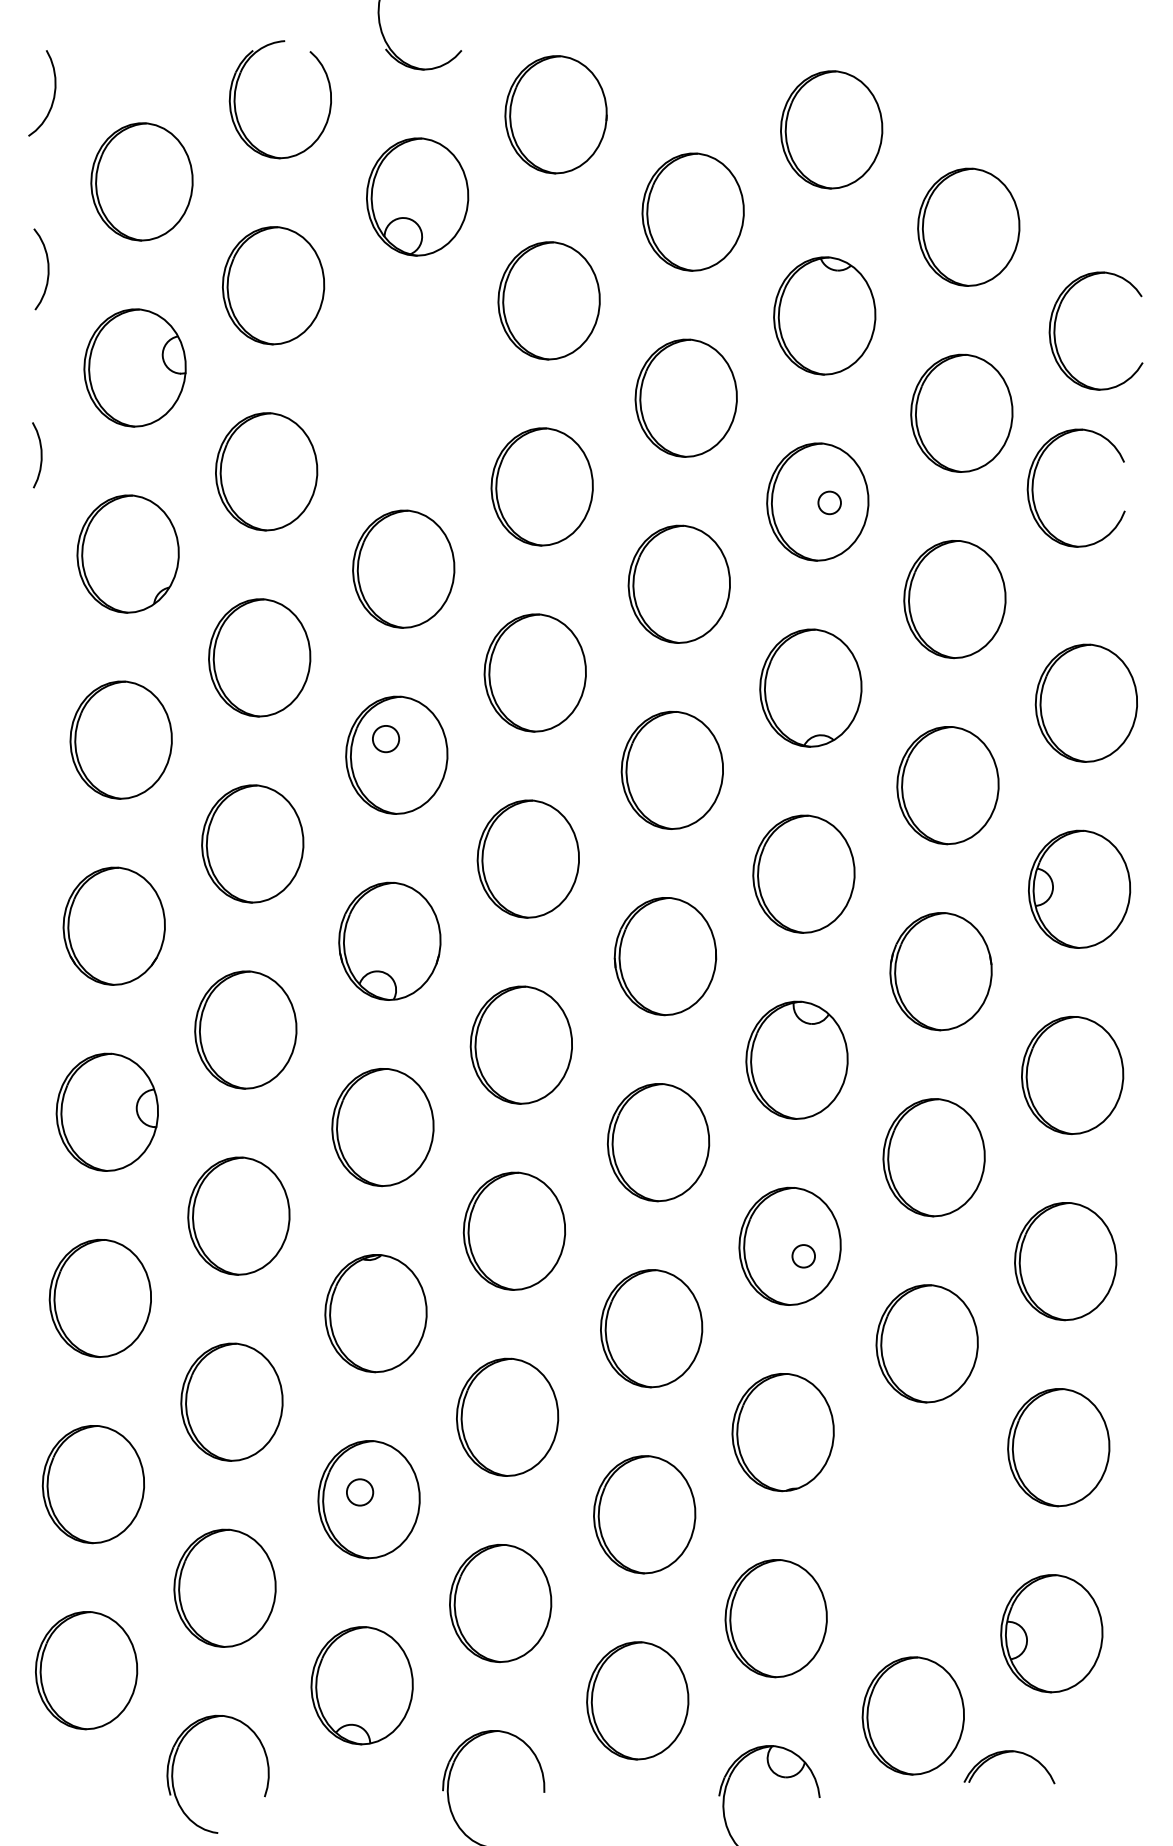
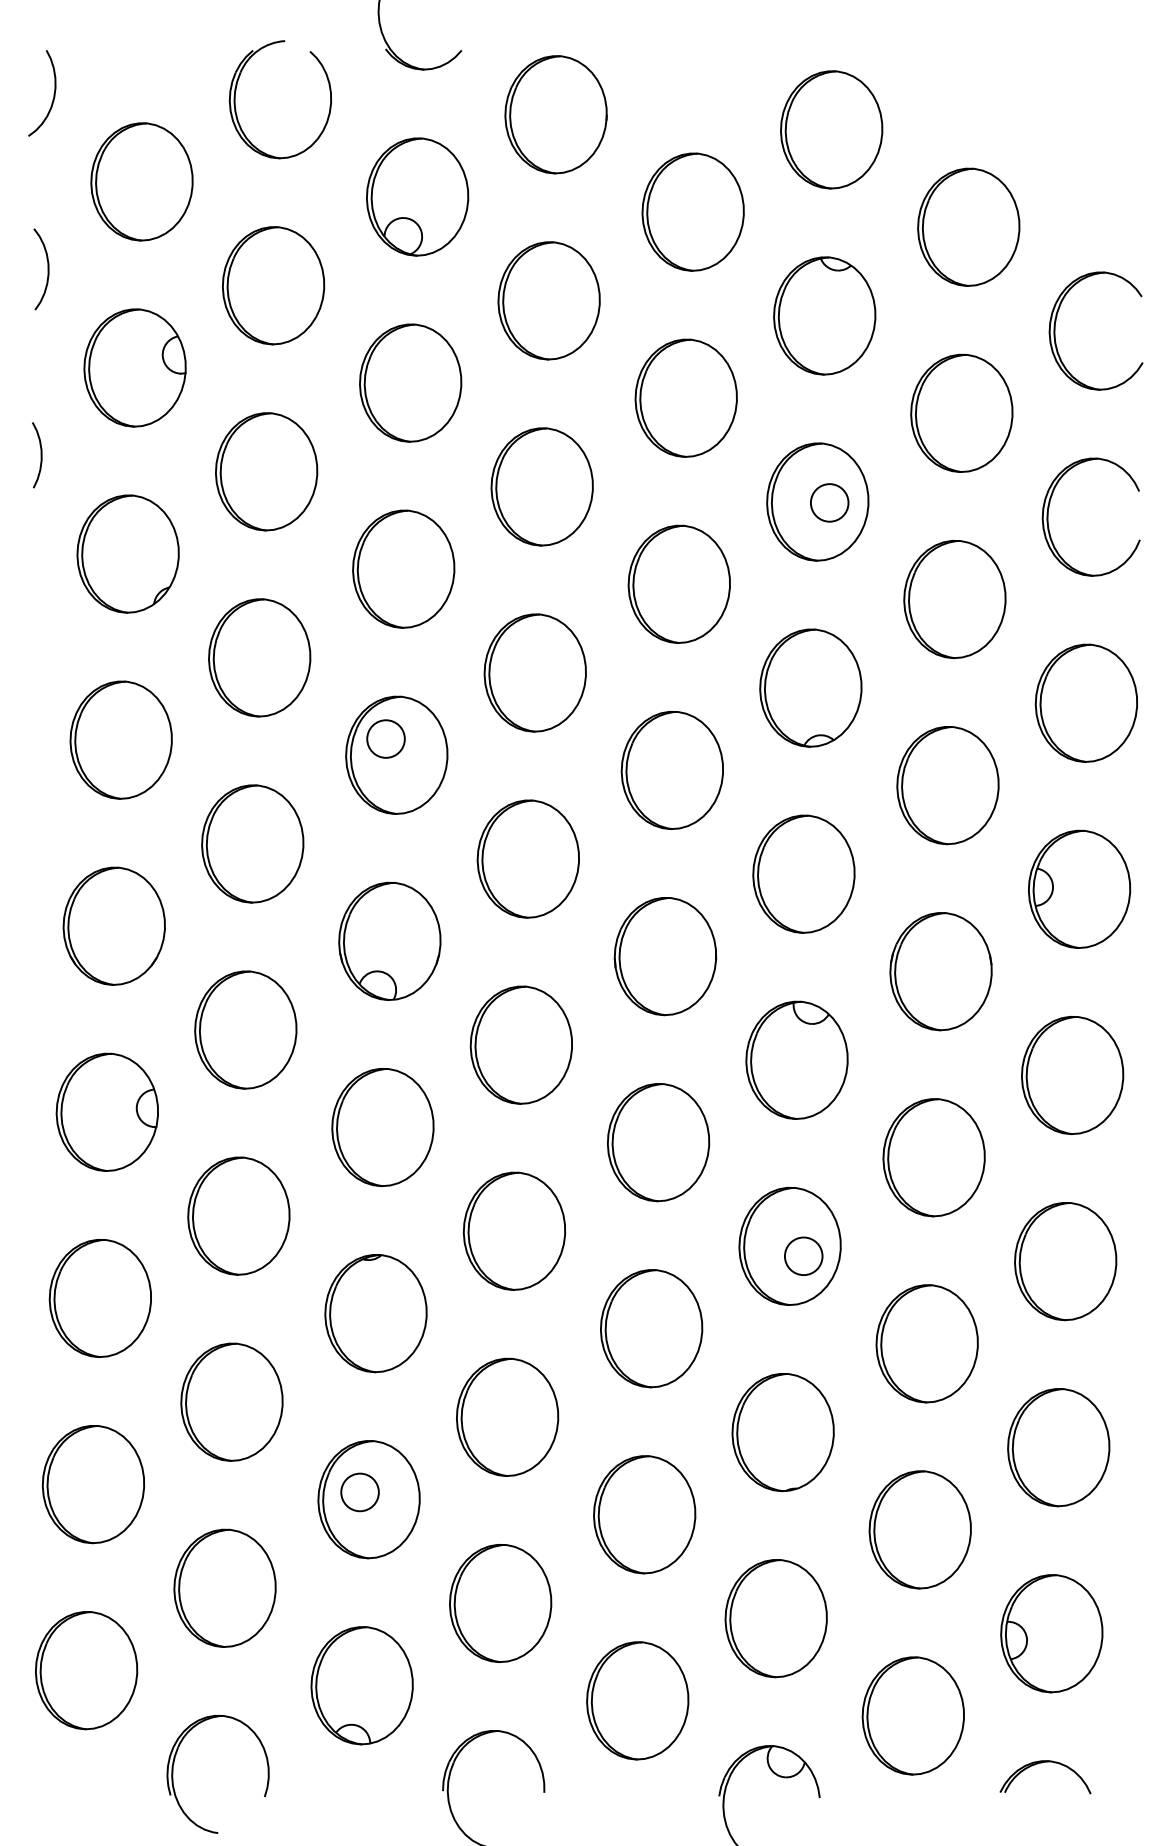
part at (410, 382): none -> present
part at (1034, 479) position: (1034, 479) -> (1049, 508)
circle at (829, 502) diameter: 23 px -> 38 px
circle at (385, 738) diameter: 26 px -> 38 px
circle at (803, 1256) diameter: 23 px -> 38 px
circle at (359, 1492) diameter: 26 px -> 38 px
part at (919, 1529): none -> present
part at (1006, 1753) position: (1006, 1753) -> (1042, 1763)
